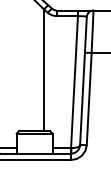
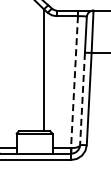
line at (74, 82): solid -> dashed
line at (82, 99): solid -> dashed
